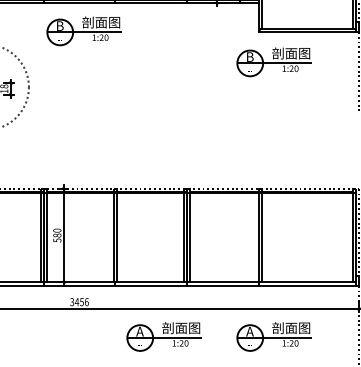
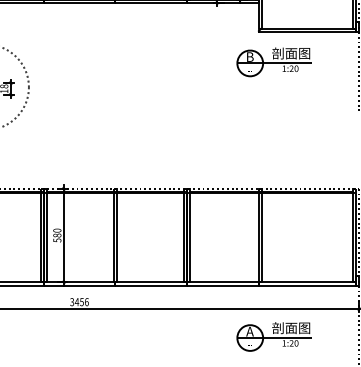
part at (83, 31): present -> none
part at (163, 336): present -> none
